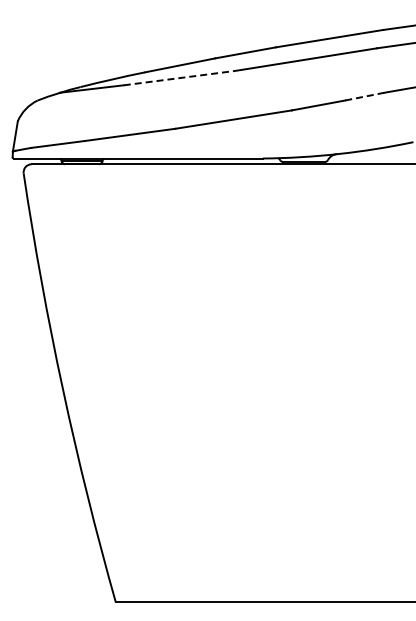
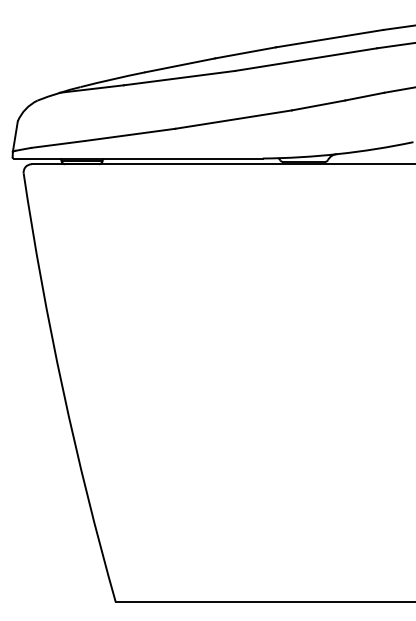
line at (179, 78): dashed -> solid
line at (364, 96): dashed -> solid
